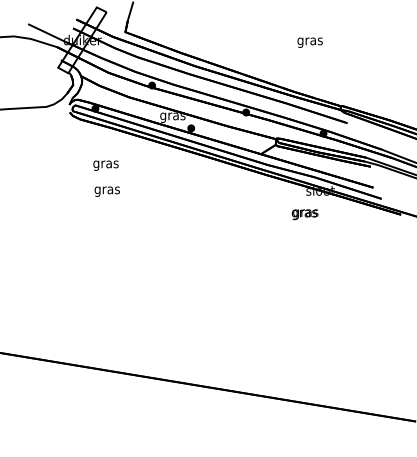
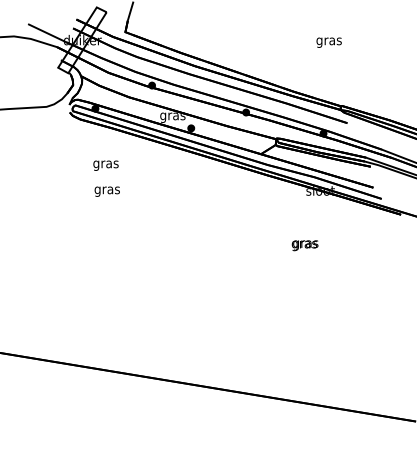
text at (309, 42) position: (309, 42) -> (328, 42)
text at (304, 214) position: (304, 214) -> (304, 245)
